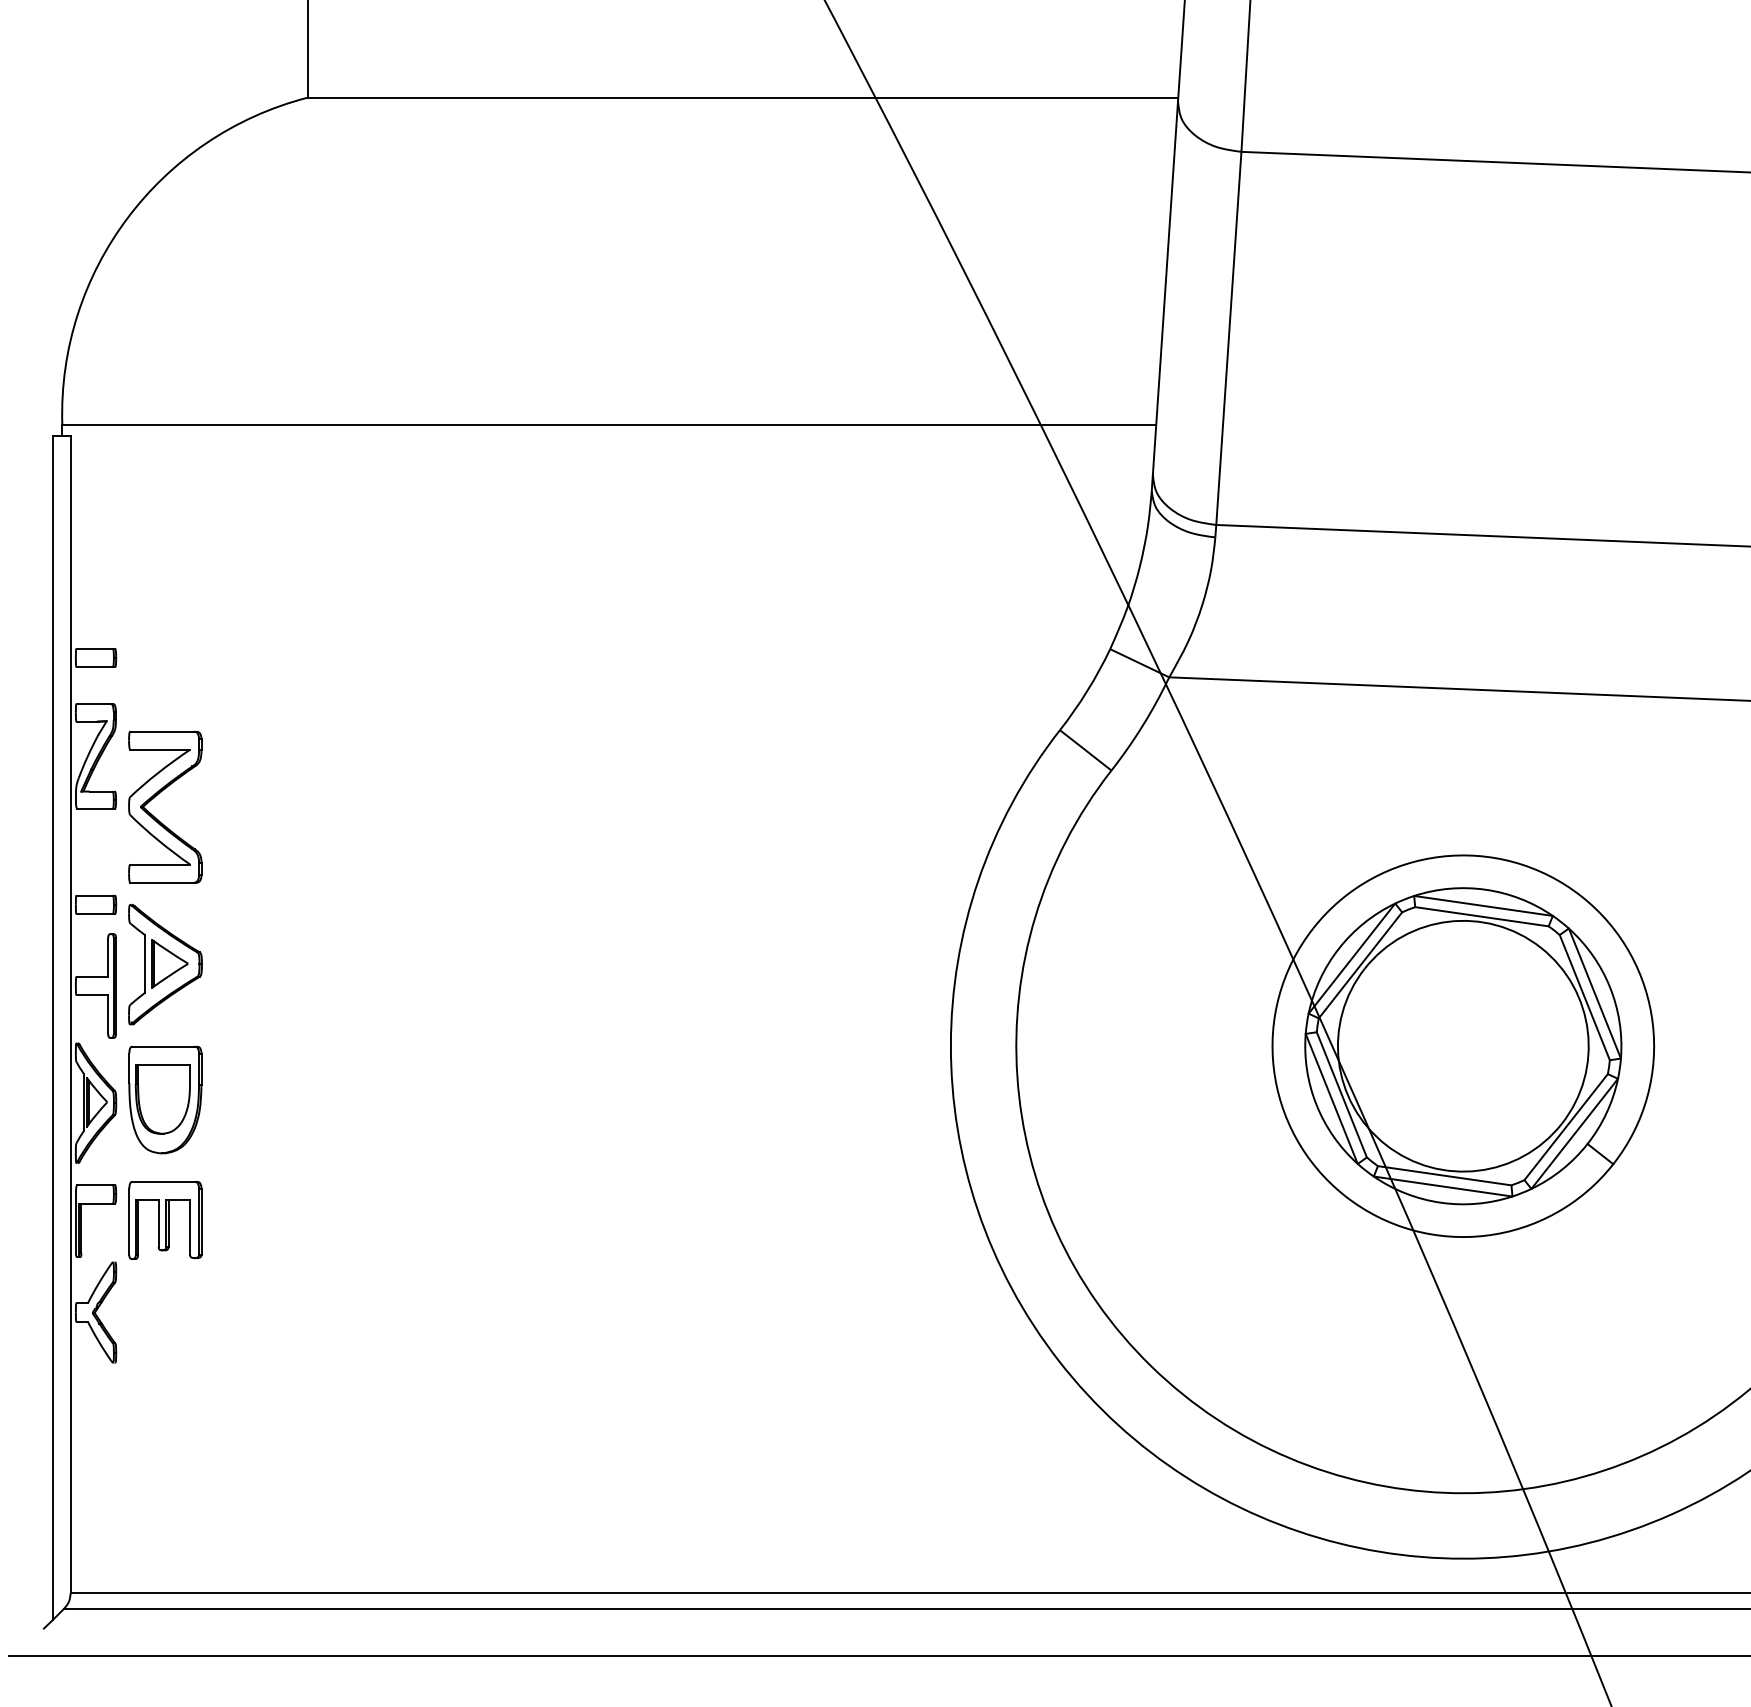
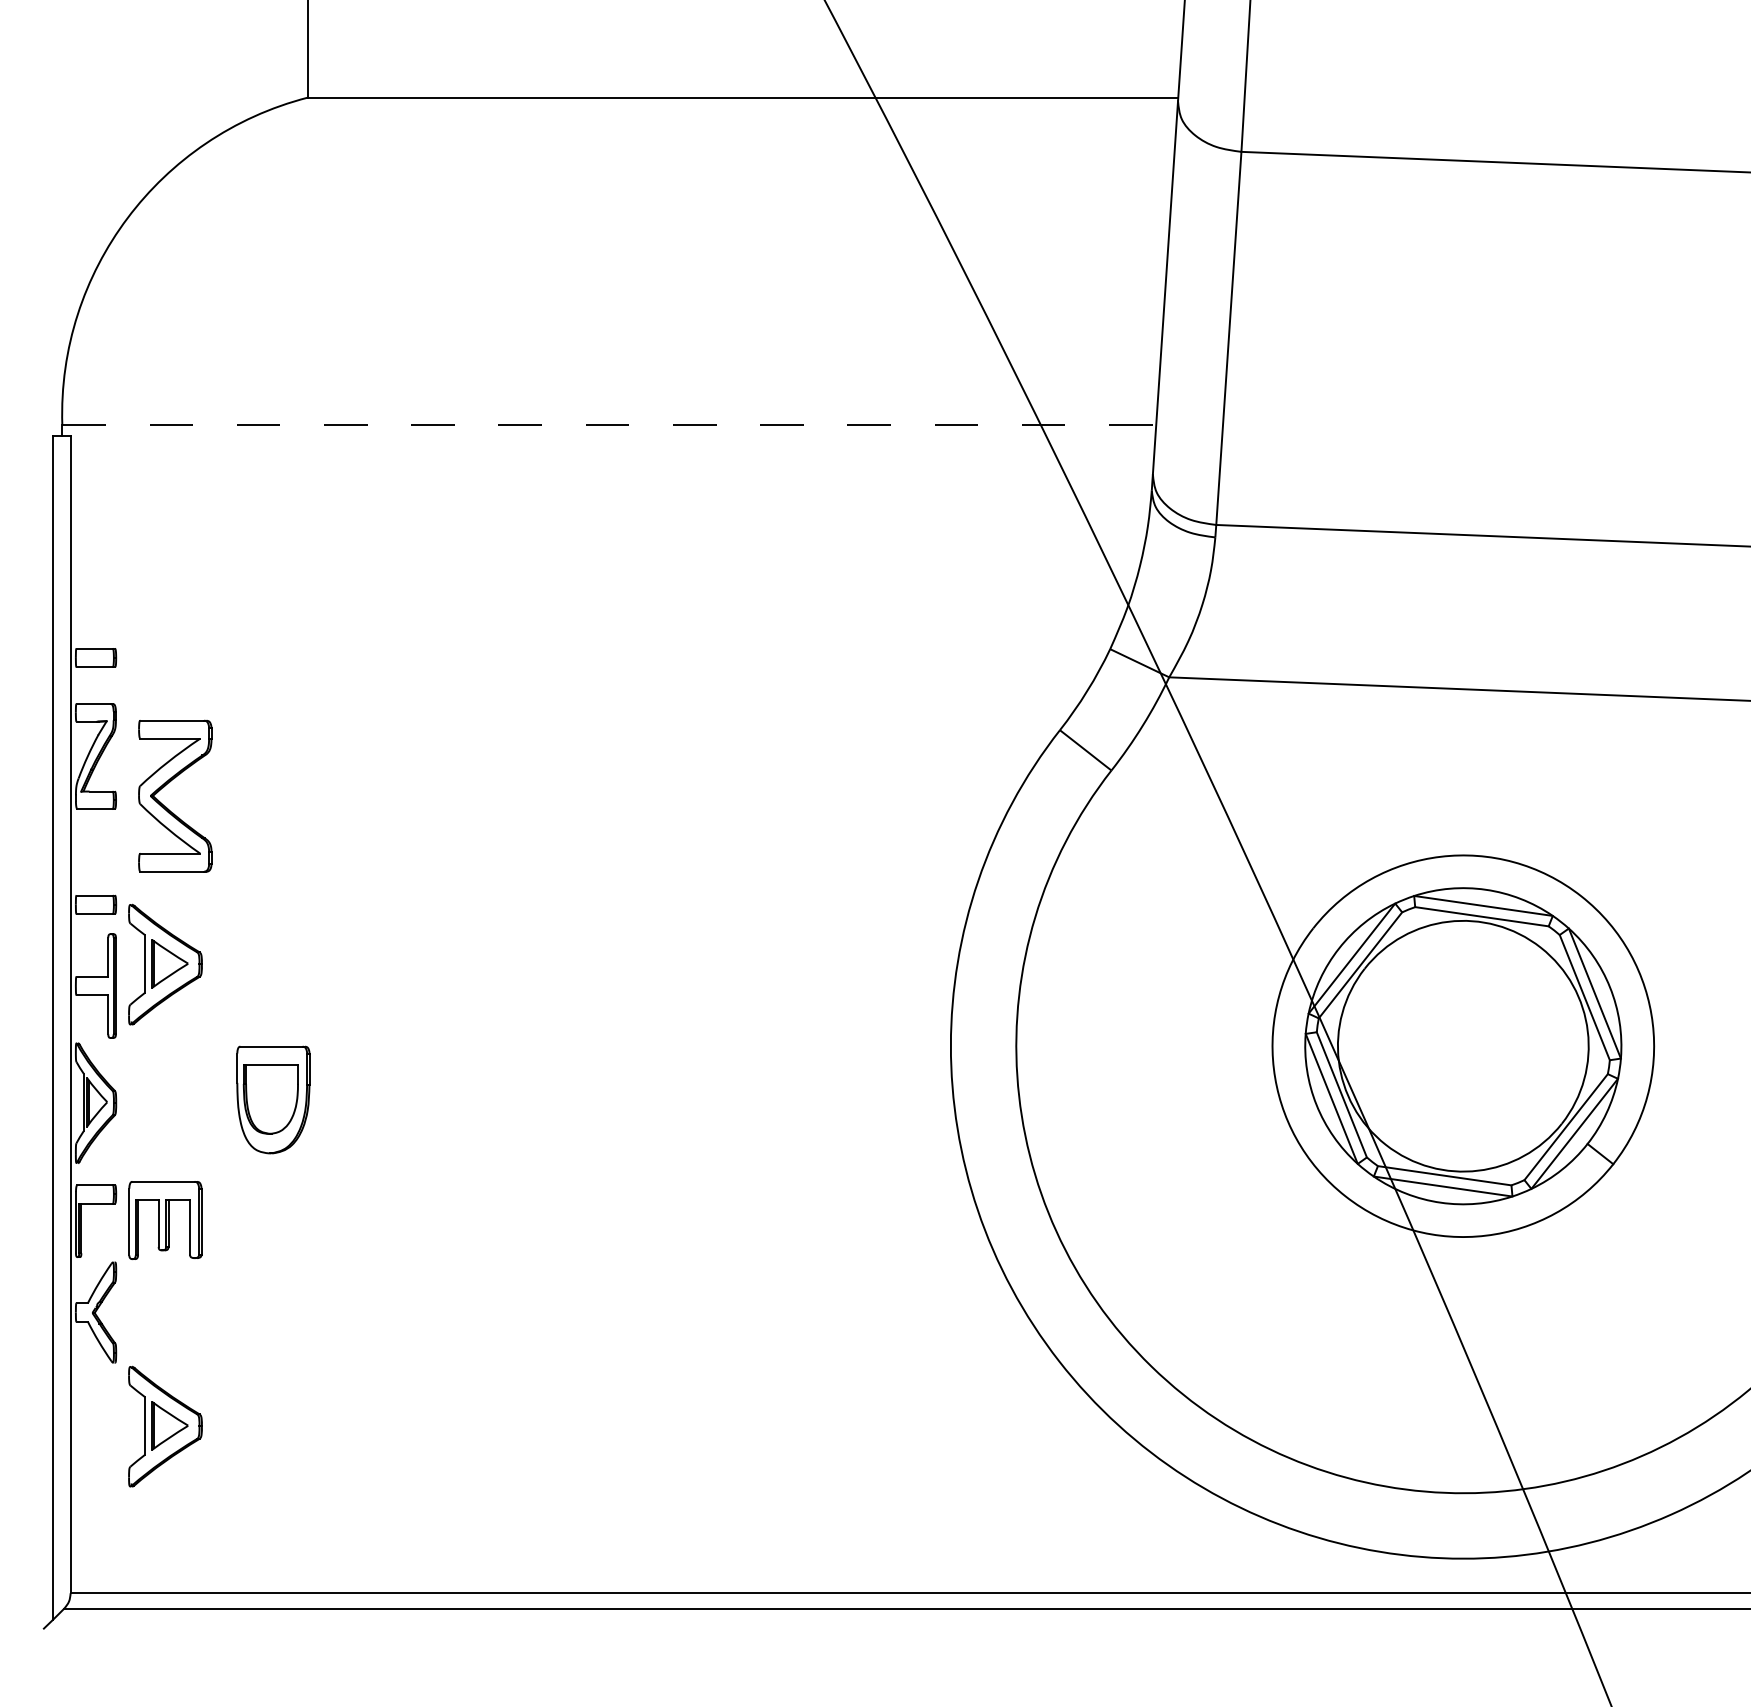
line at (609, 424): solid -> dashed
part at (156, 796) position: (156, 796) -> (166, 785)
part at (165, 1099) position: (165, 1099) -> (273, 1099)
part at (165, 1426): none -> present
line at (877, 1655): present -> none
